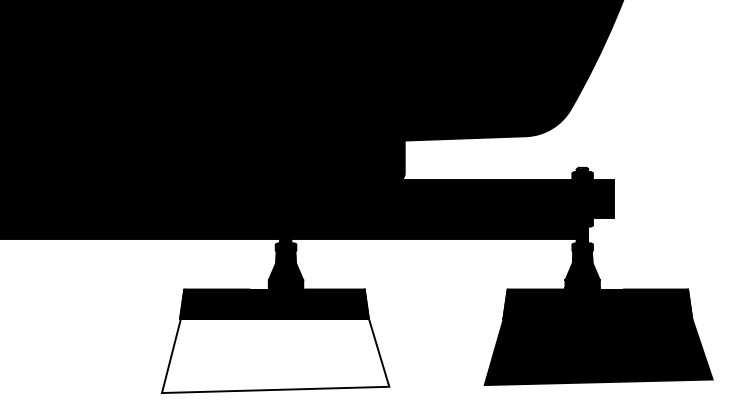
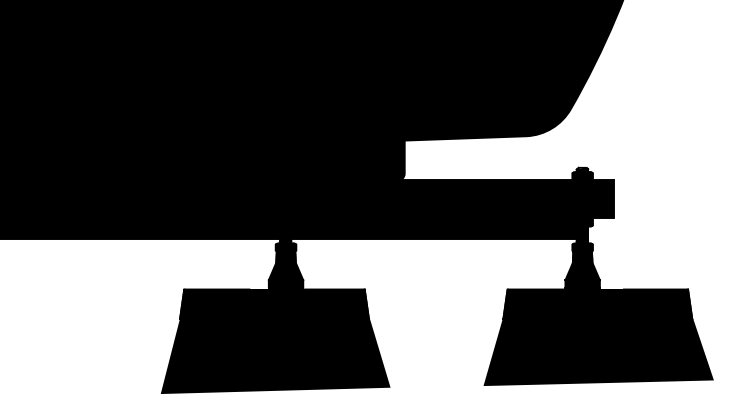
fill at (275, 355): none -> present
